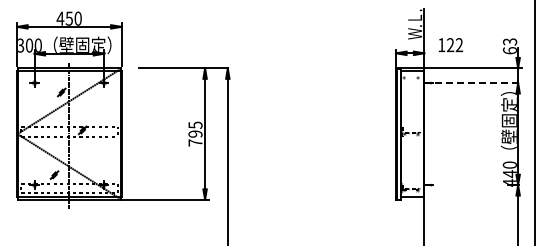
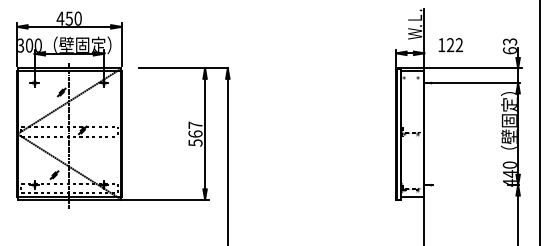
line at (477, 83): dashed -> solid
line at (535, 122) position: (535, 122) -> (540, 122)
text at (195, 133): 795 -> 567
